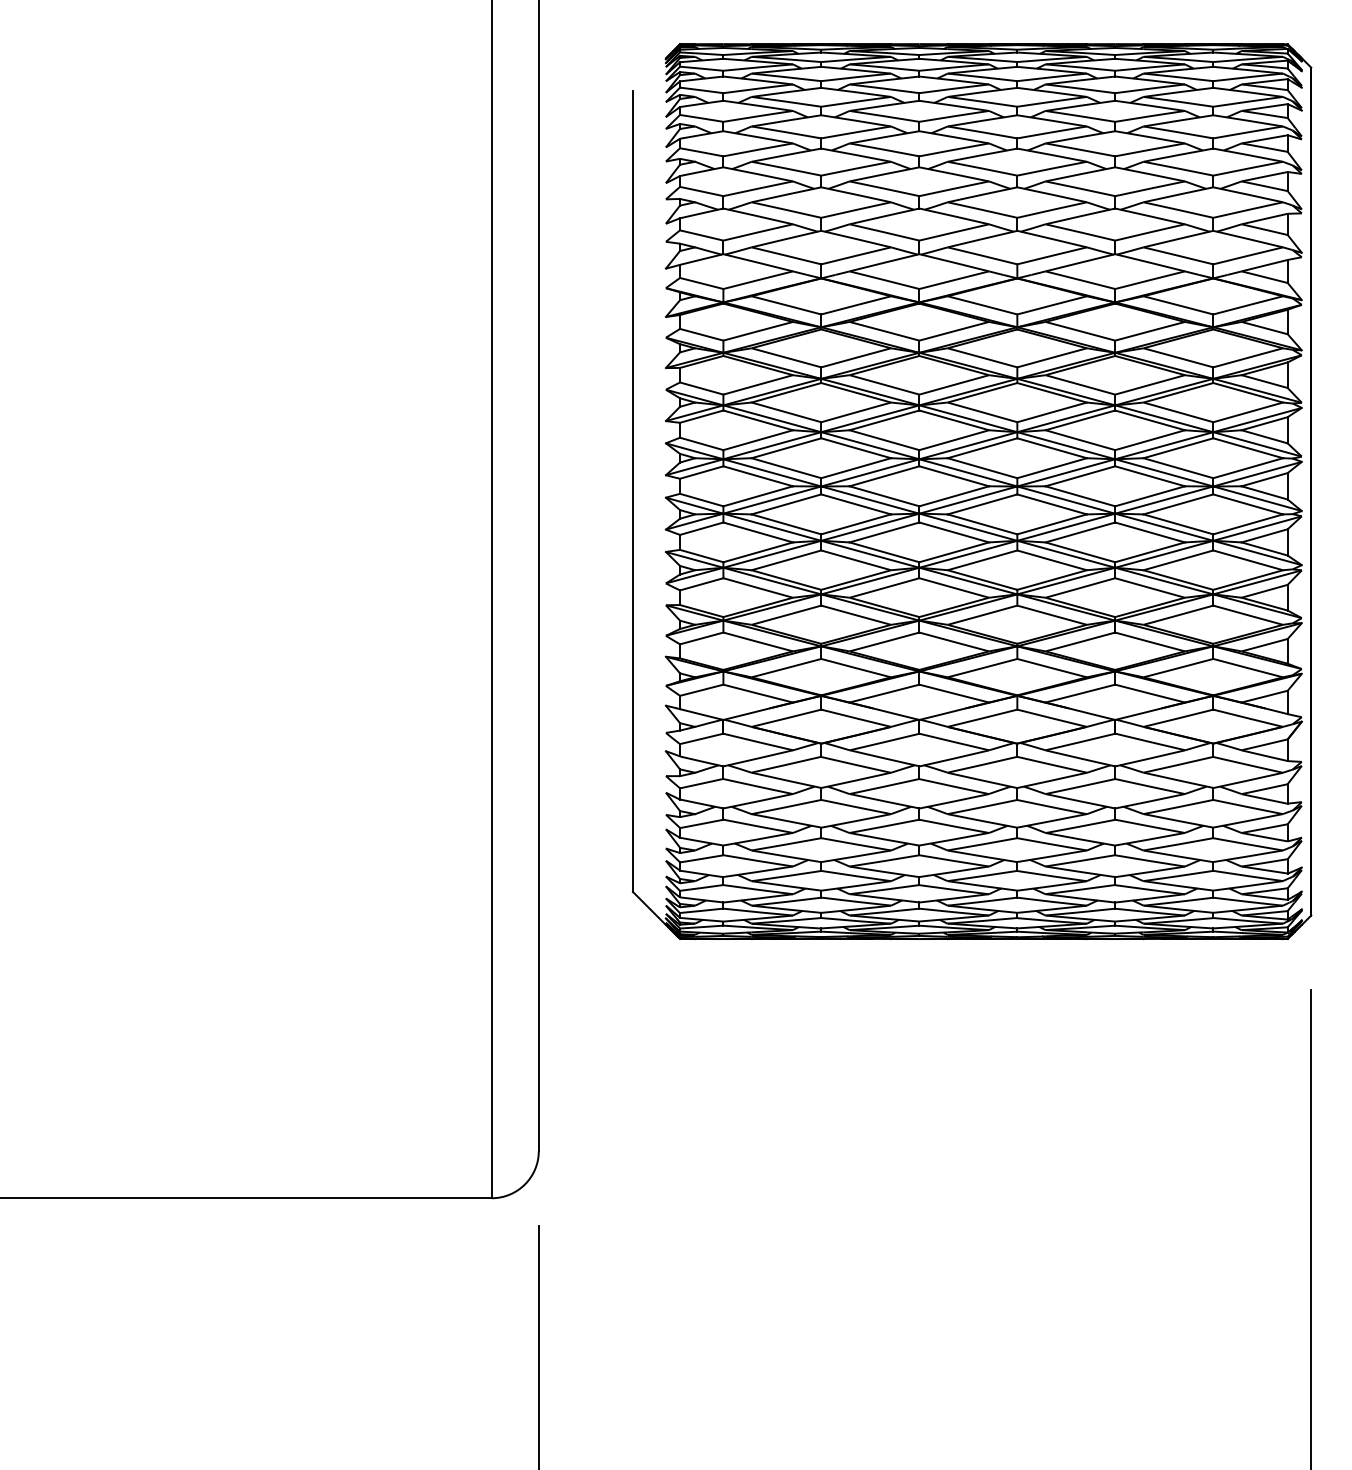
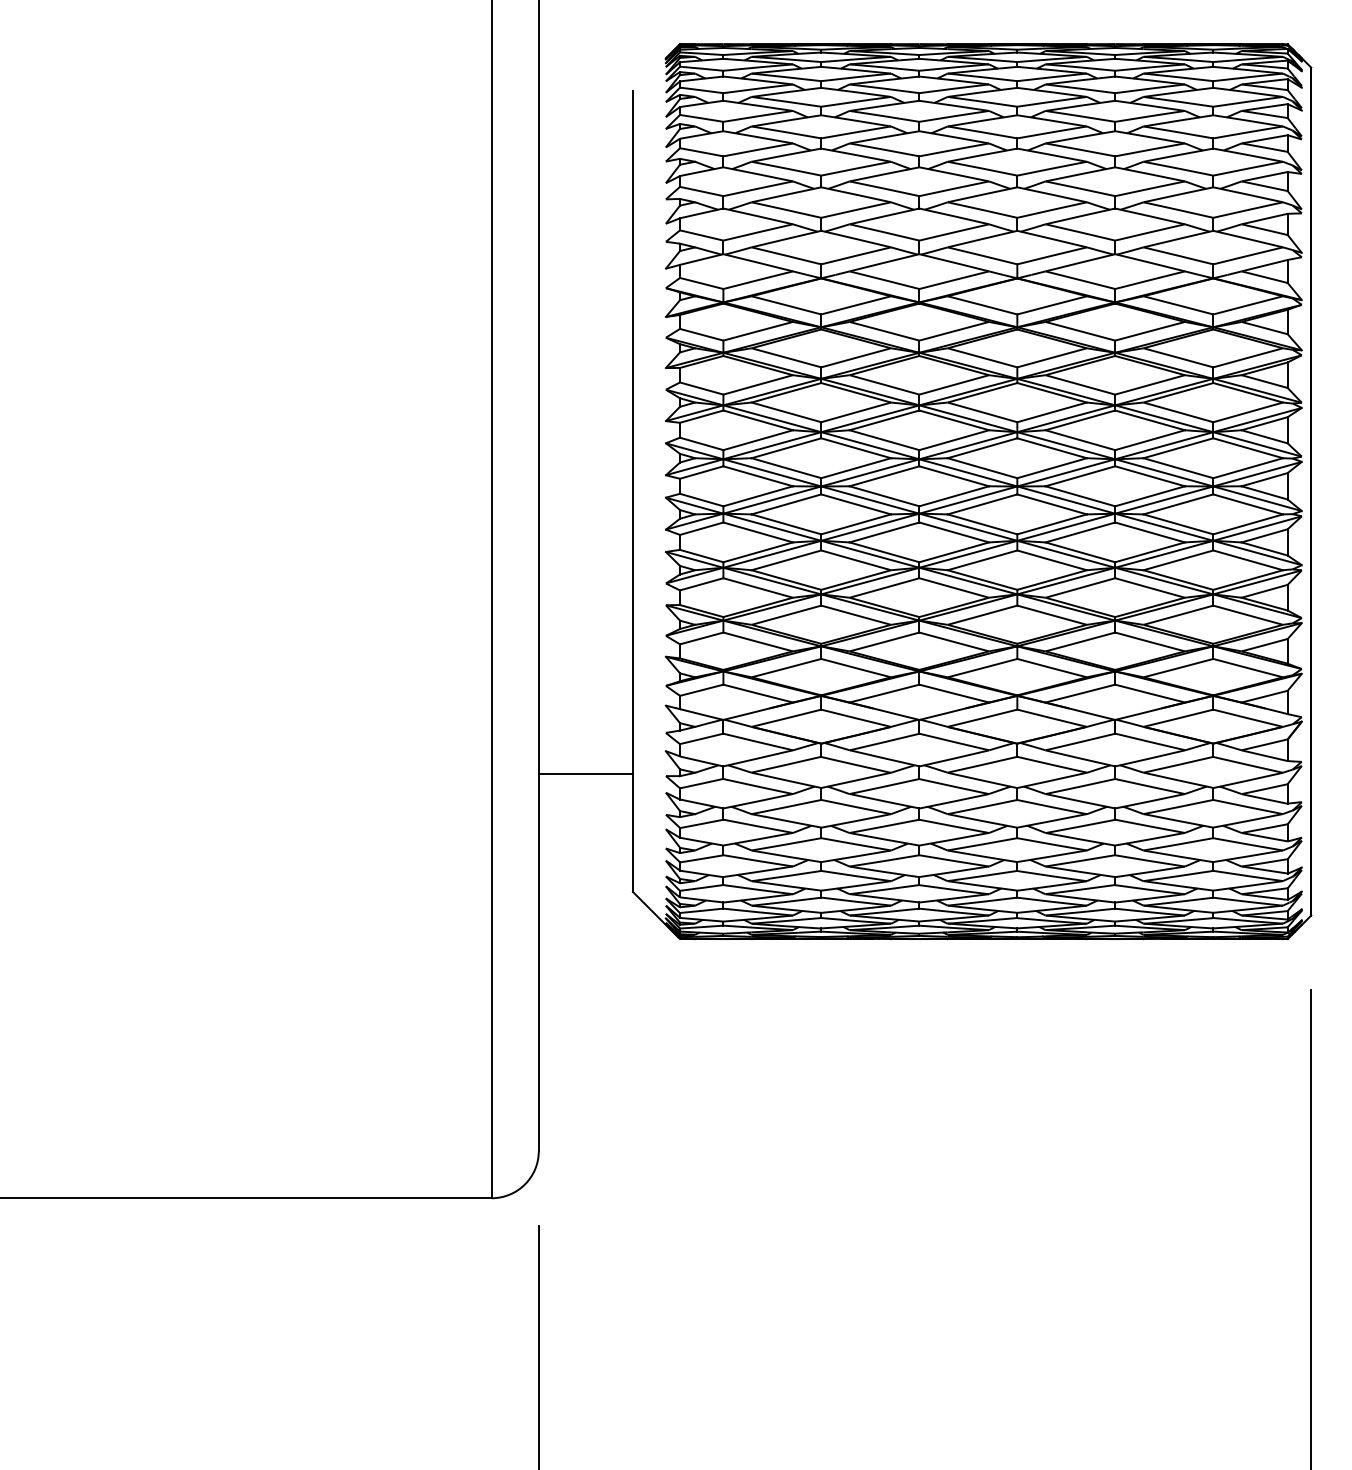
line at (585, 774): none -> present
